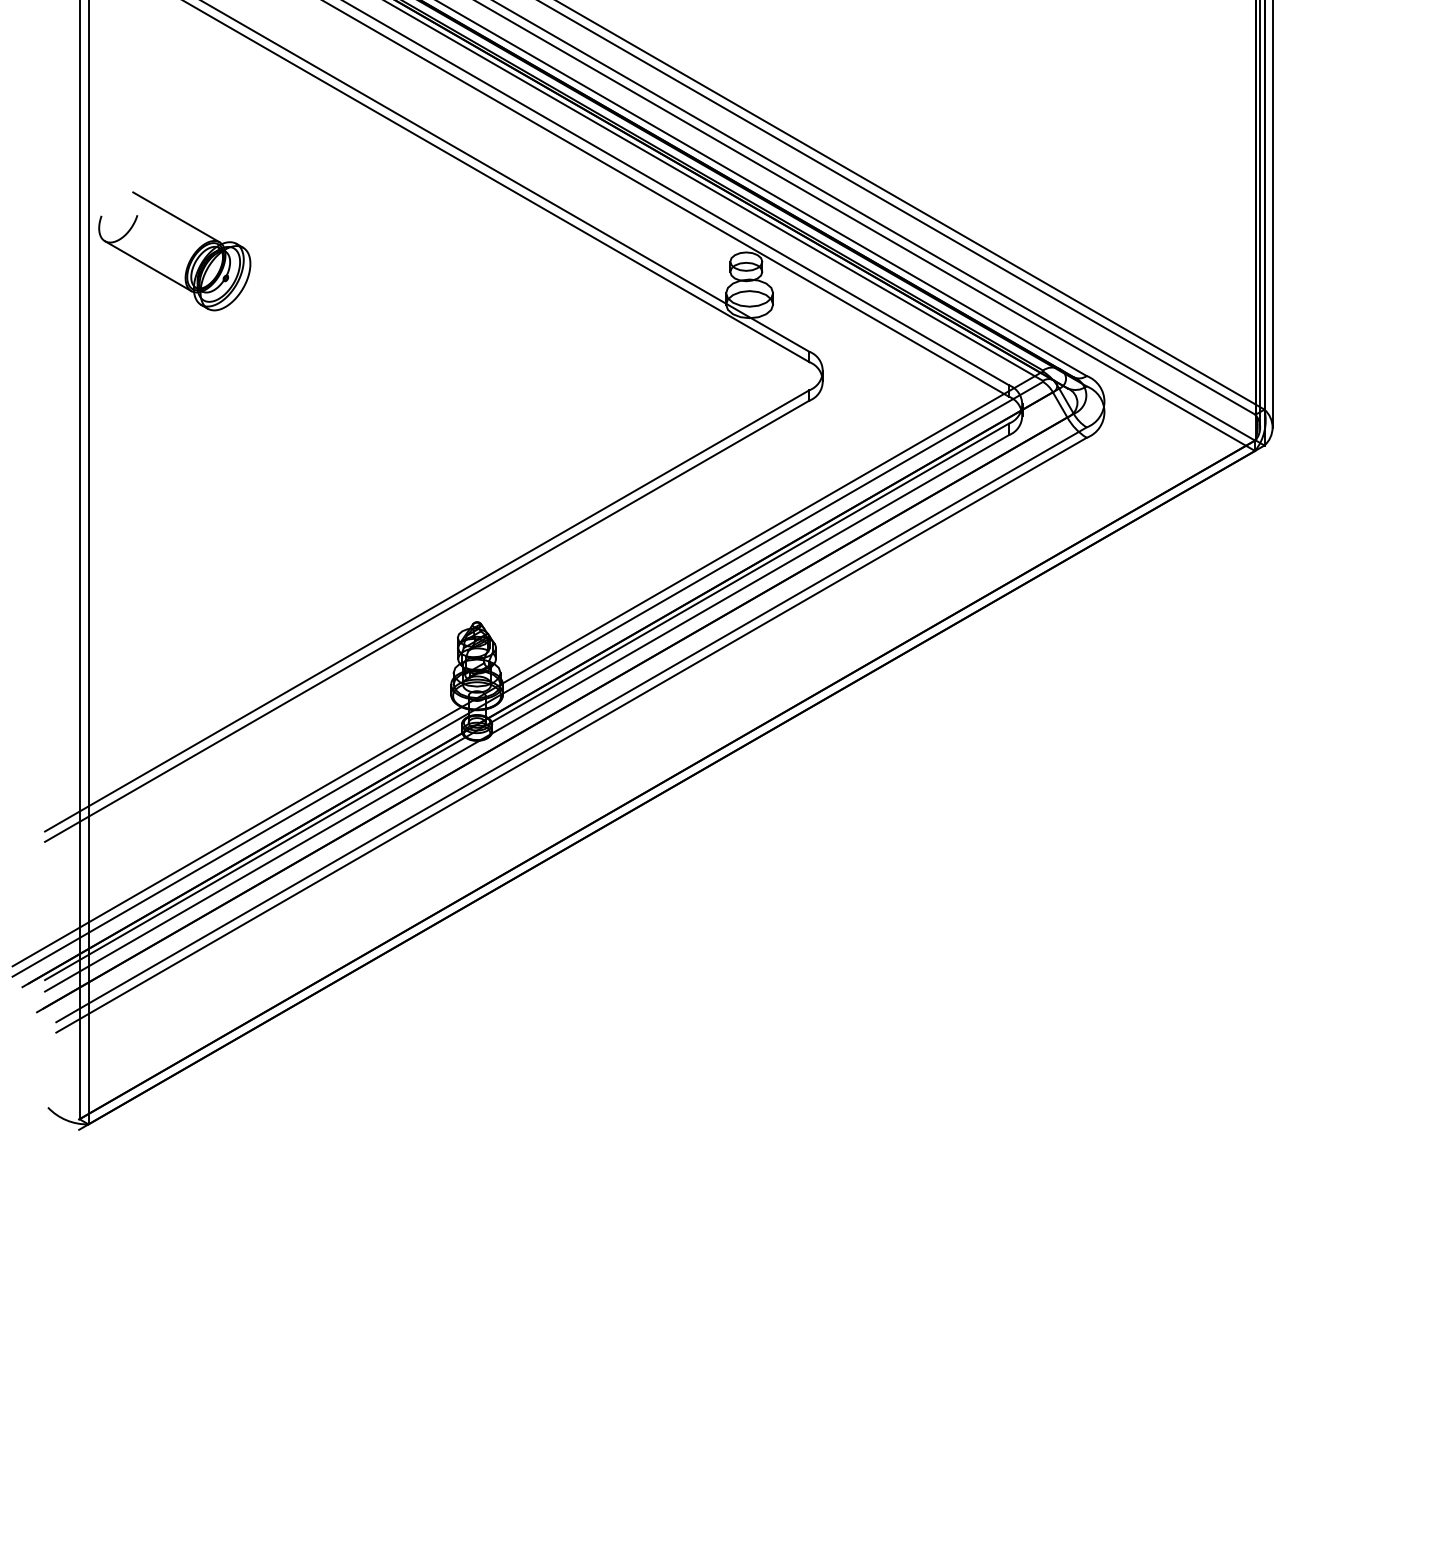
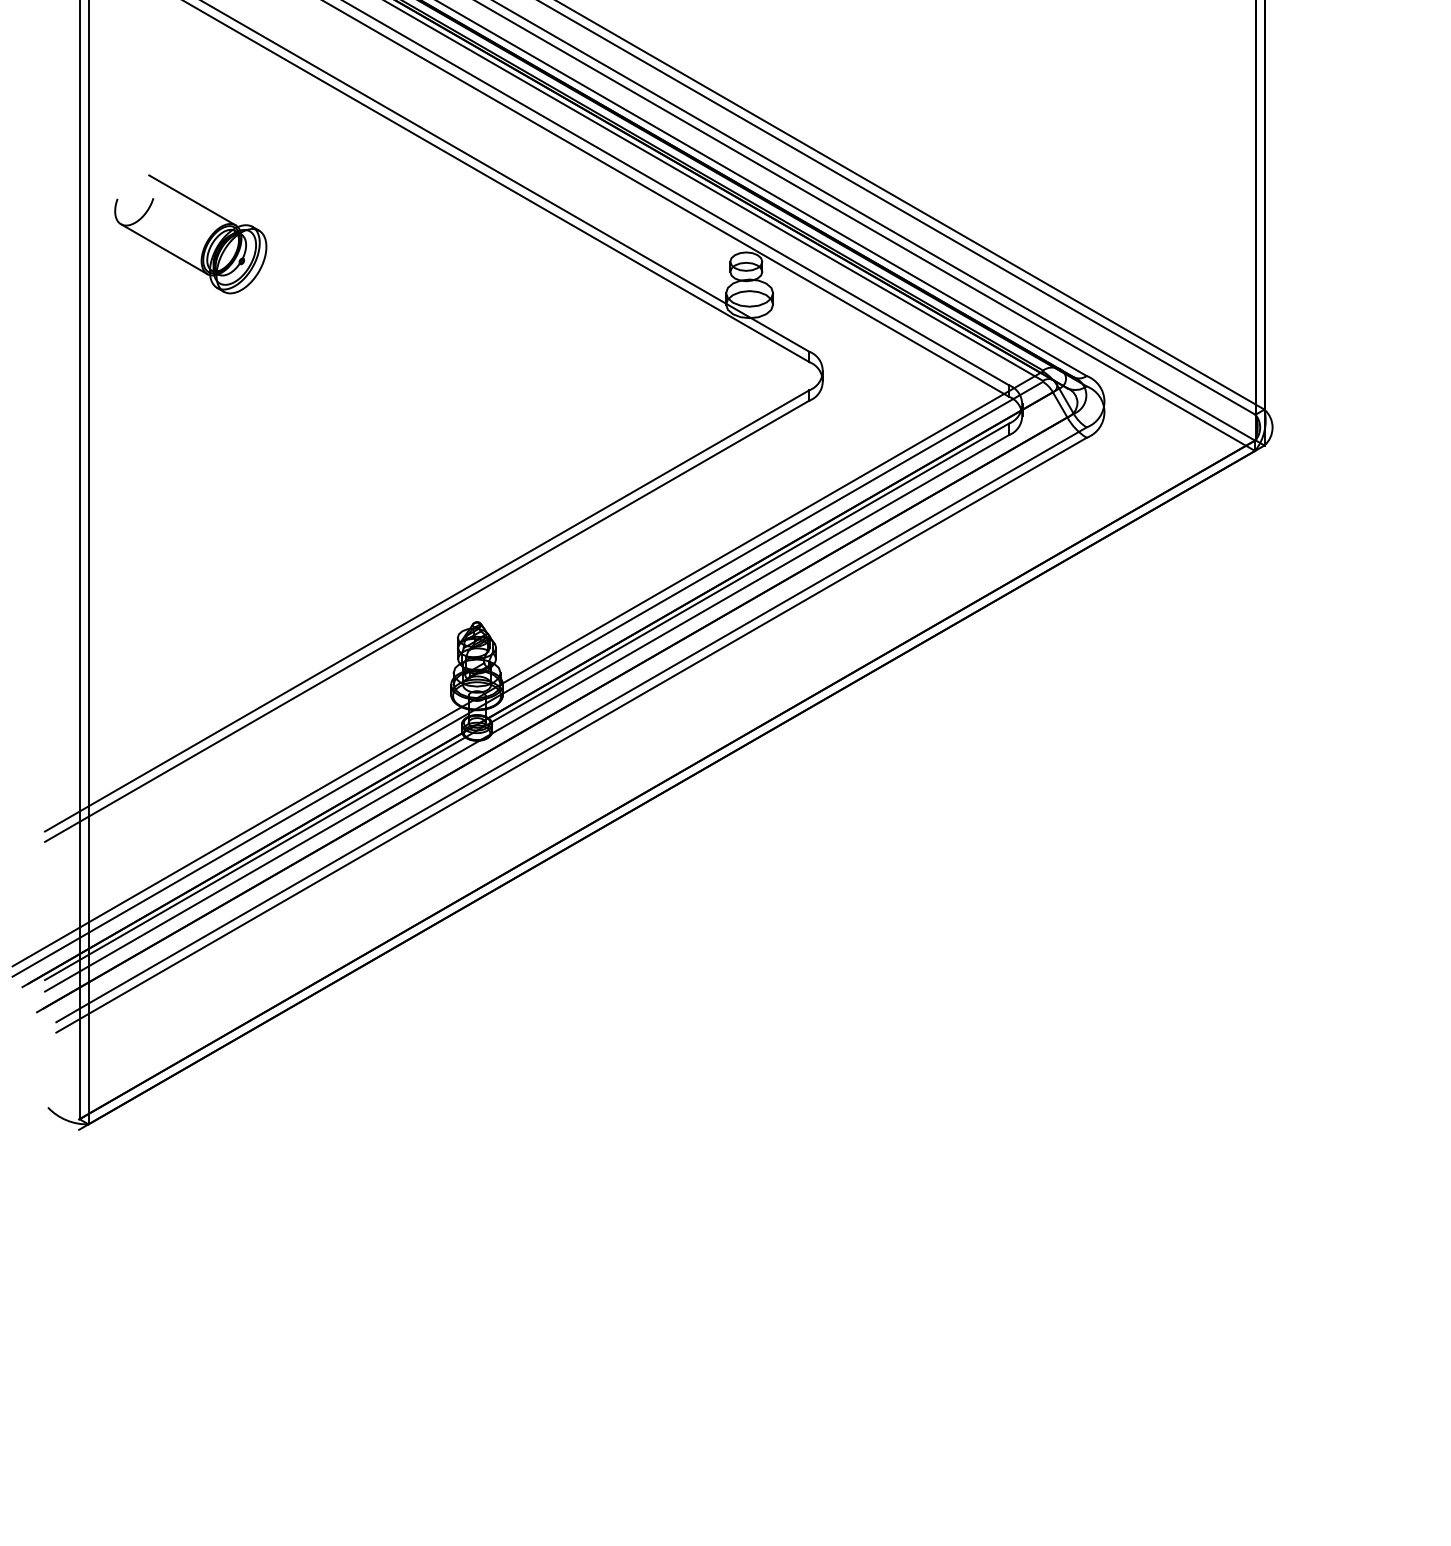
line at (1260, 214): present -> none
line at (1272, 214): present -> none
part at (189, 259) position: (189, 259) -> (205, 242)
